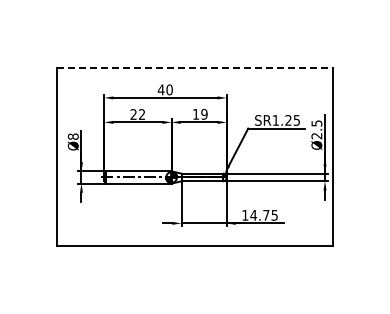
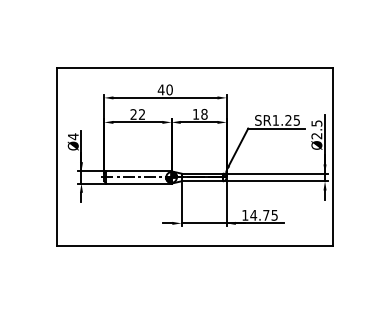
line at (195, 67): dashed -> solid
text at (204, 114): 19 -> 18
text at (72, 136): Ø8 -> Ø4
